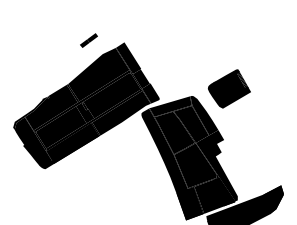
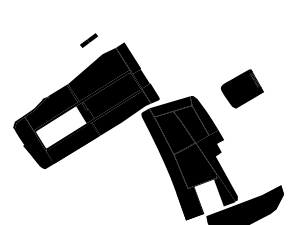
part at (228, 88) position: (228, 88) -> (241, 88)
fill at (61, 127): present -> none
fill at (214, 195): present -> none
